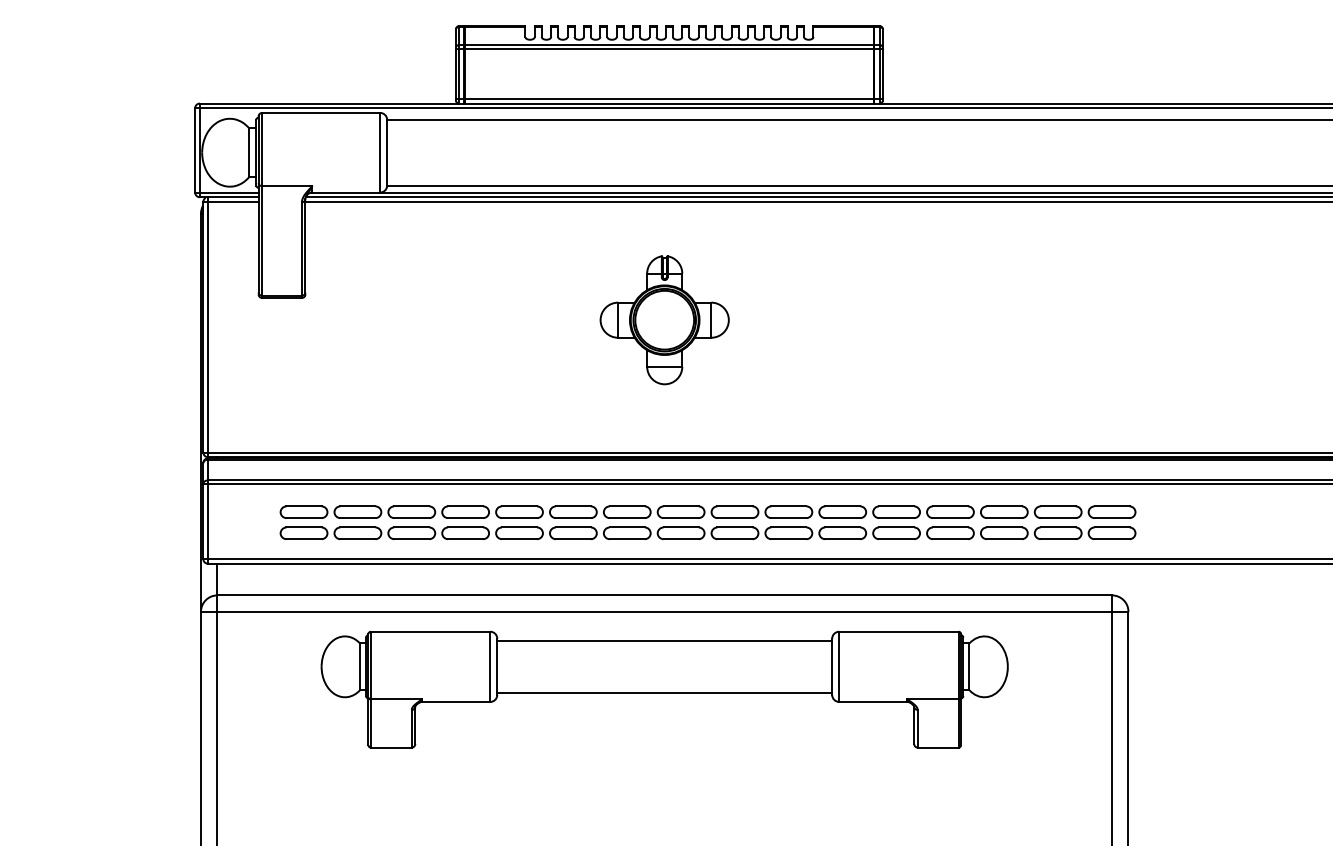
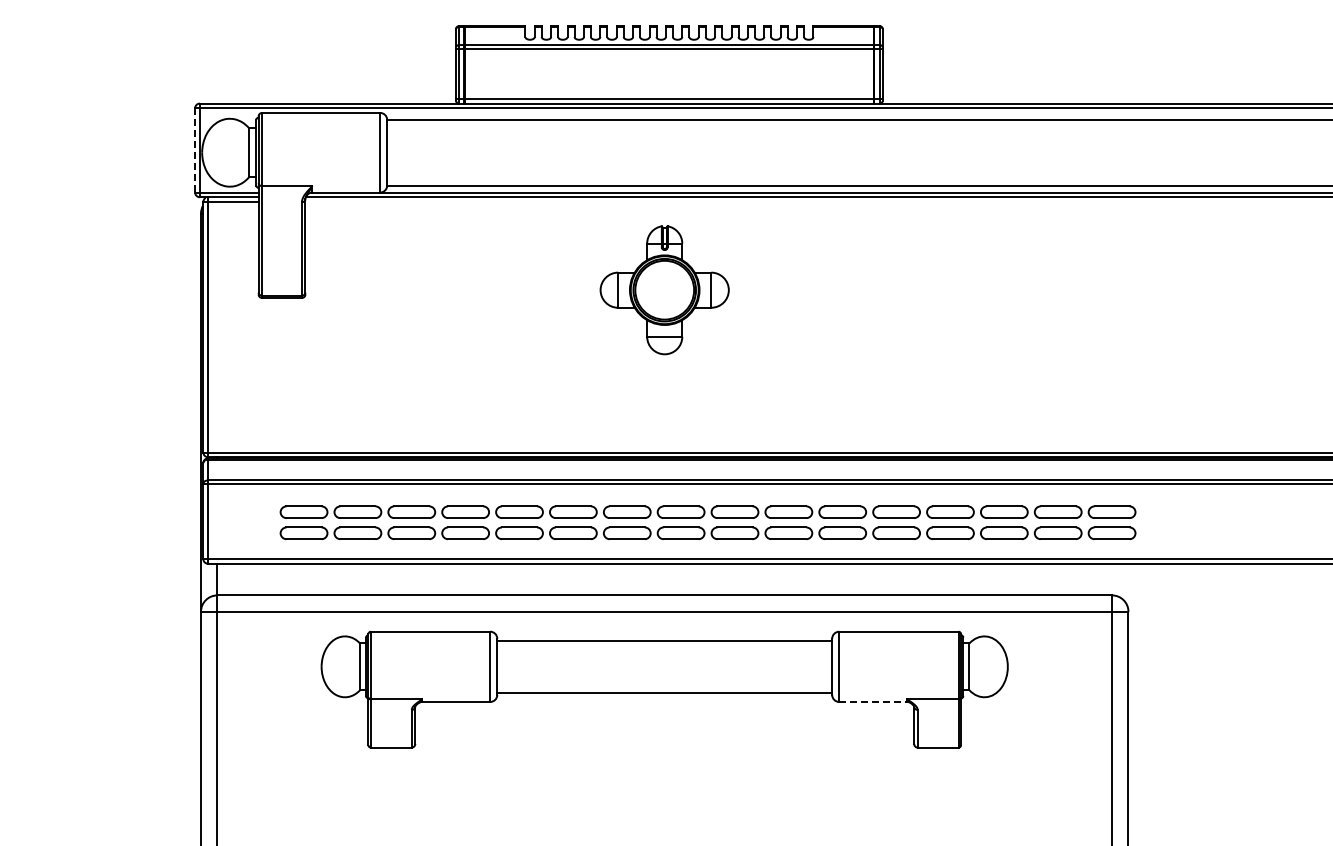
line at (195, 150): solid -> dashed
line at (817, 201): present -> none
part at (664, 320) position: (664, 320) -> (664, 290)
line at (873, 701): solid -> dashed
